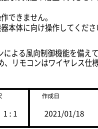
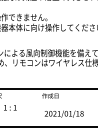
line at (28, 106): present -> none
text at (10, 113) position: (10, 113) -> (10, 107)
